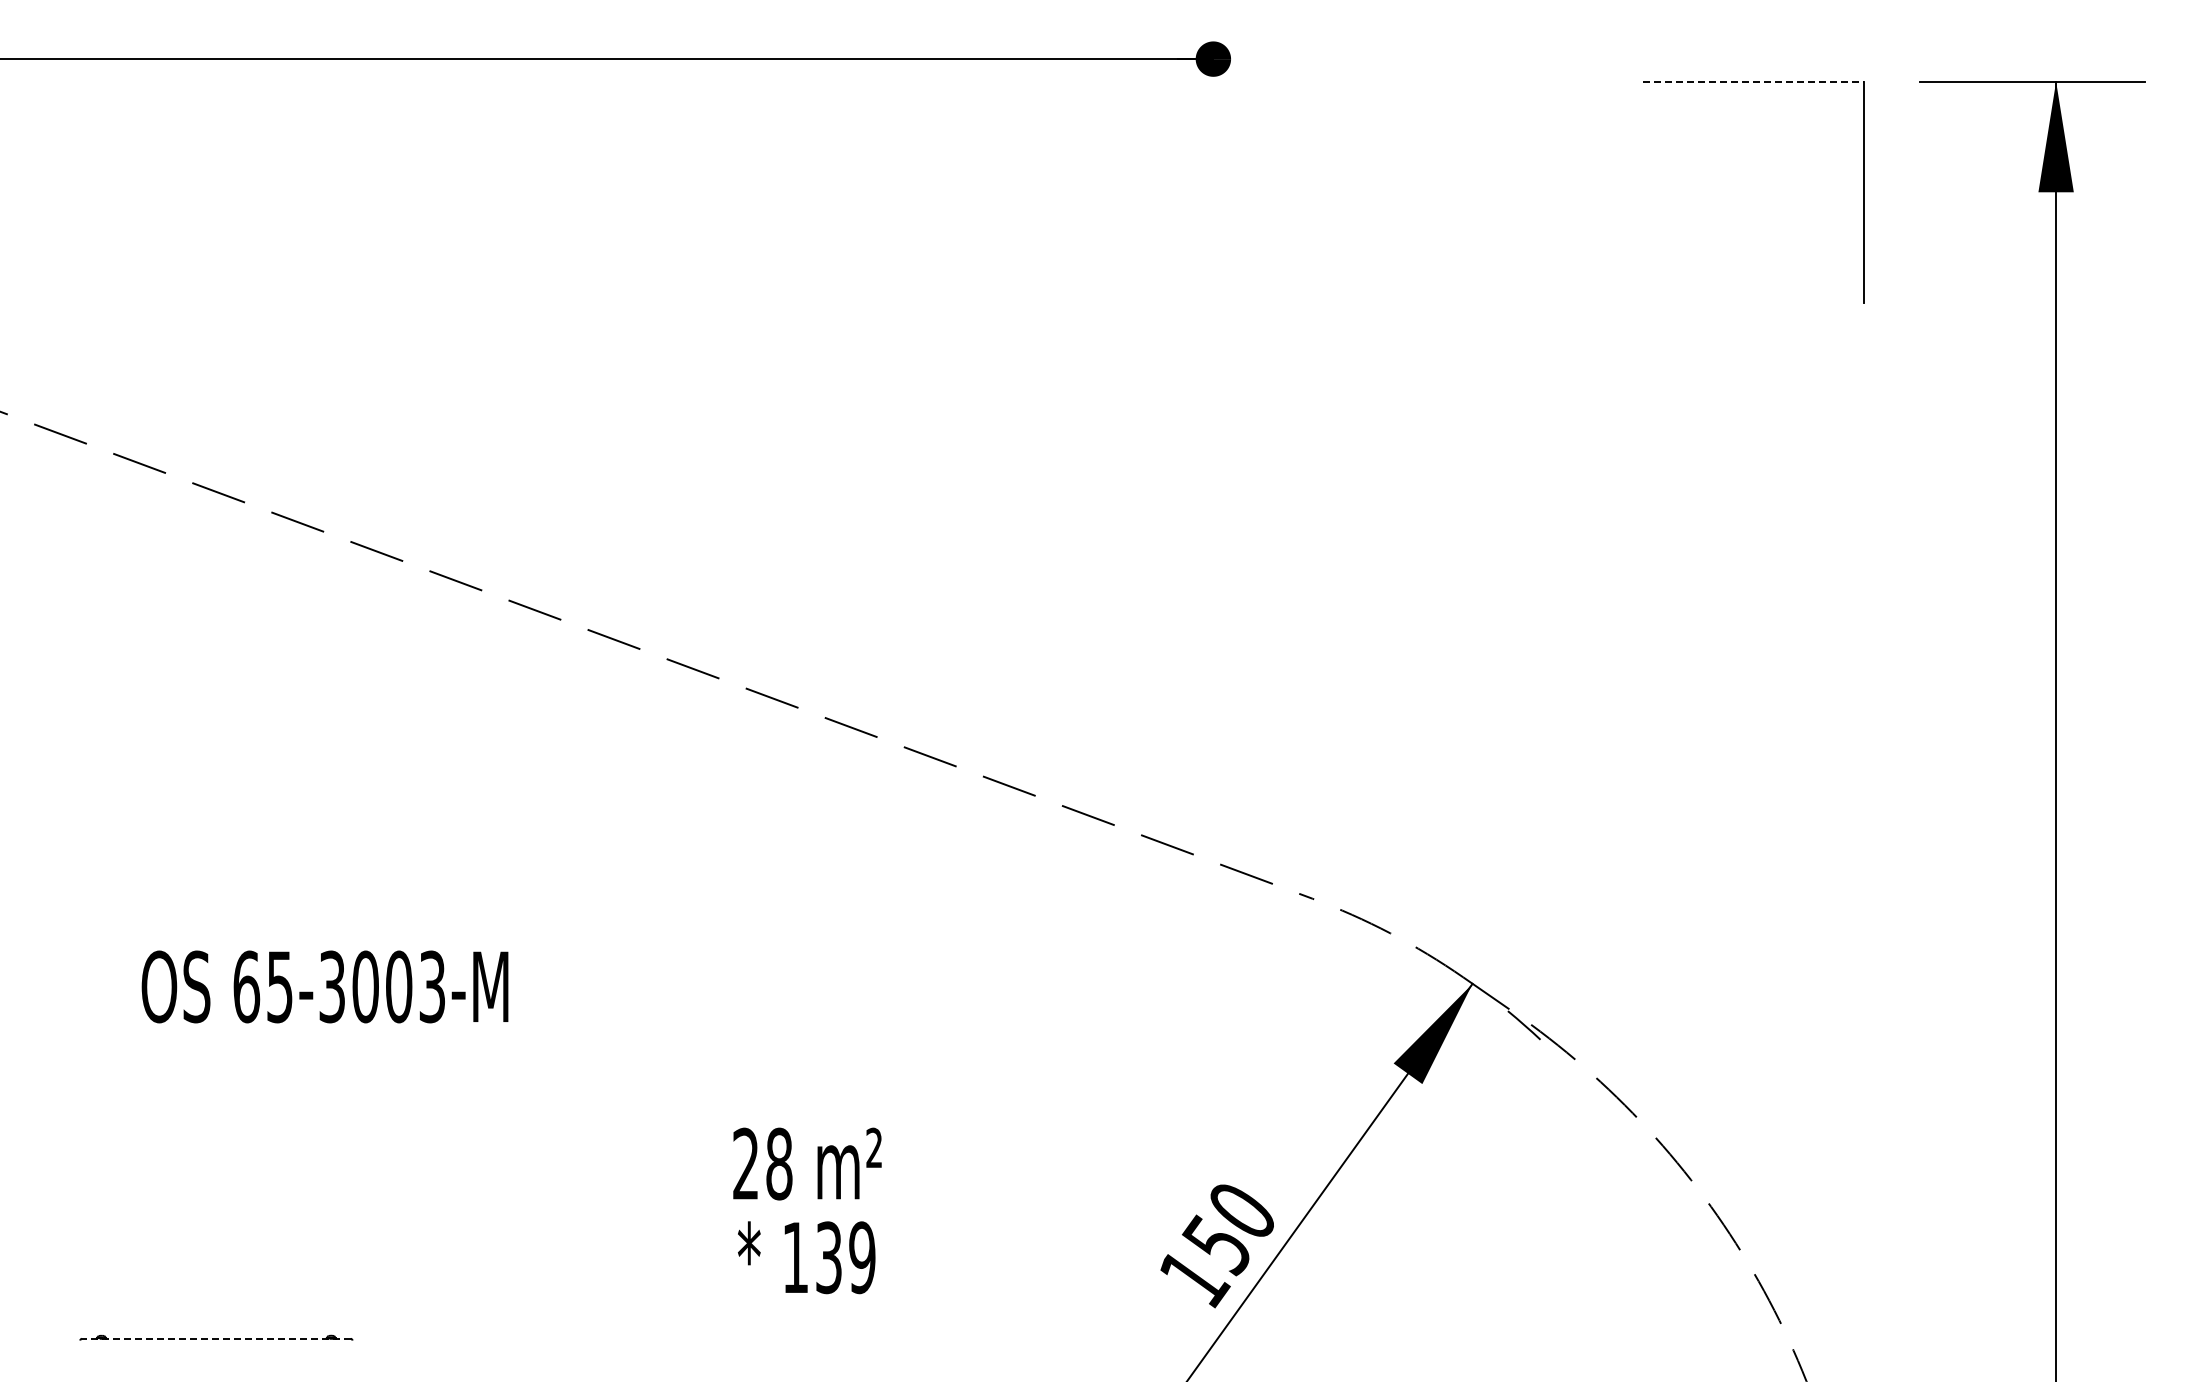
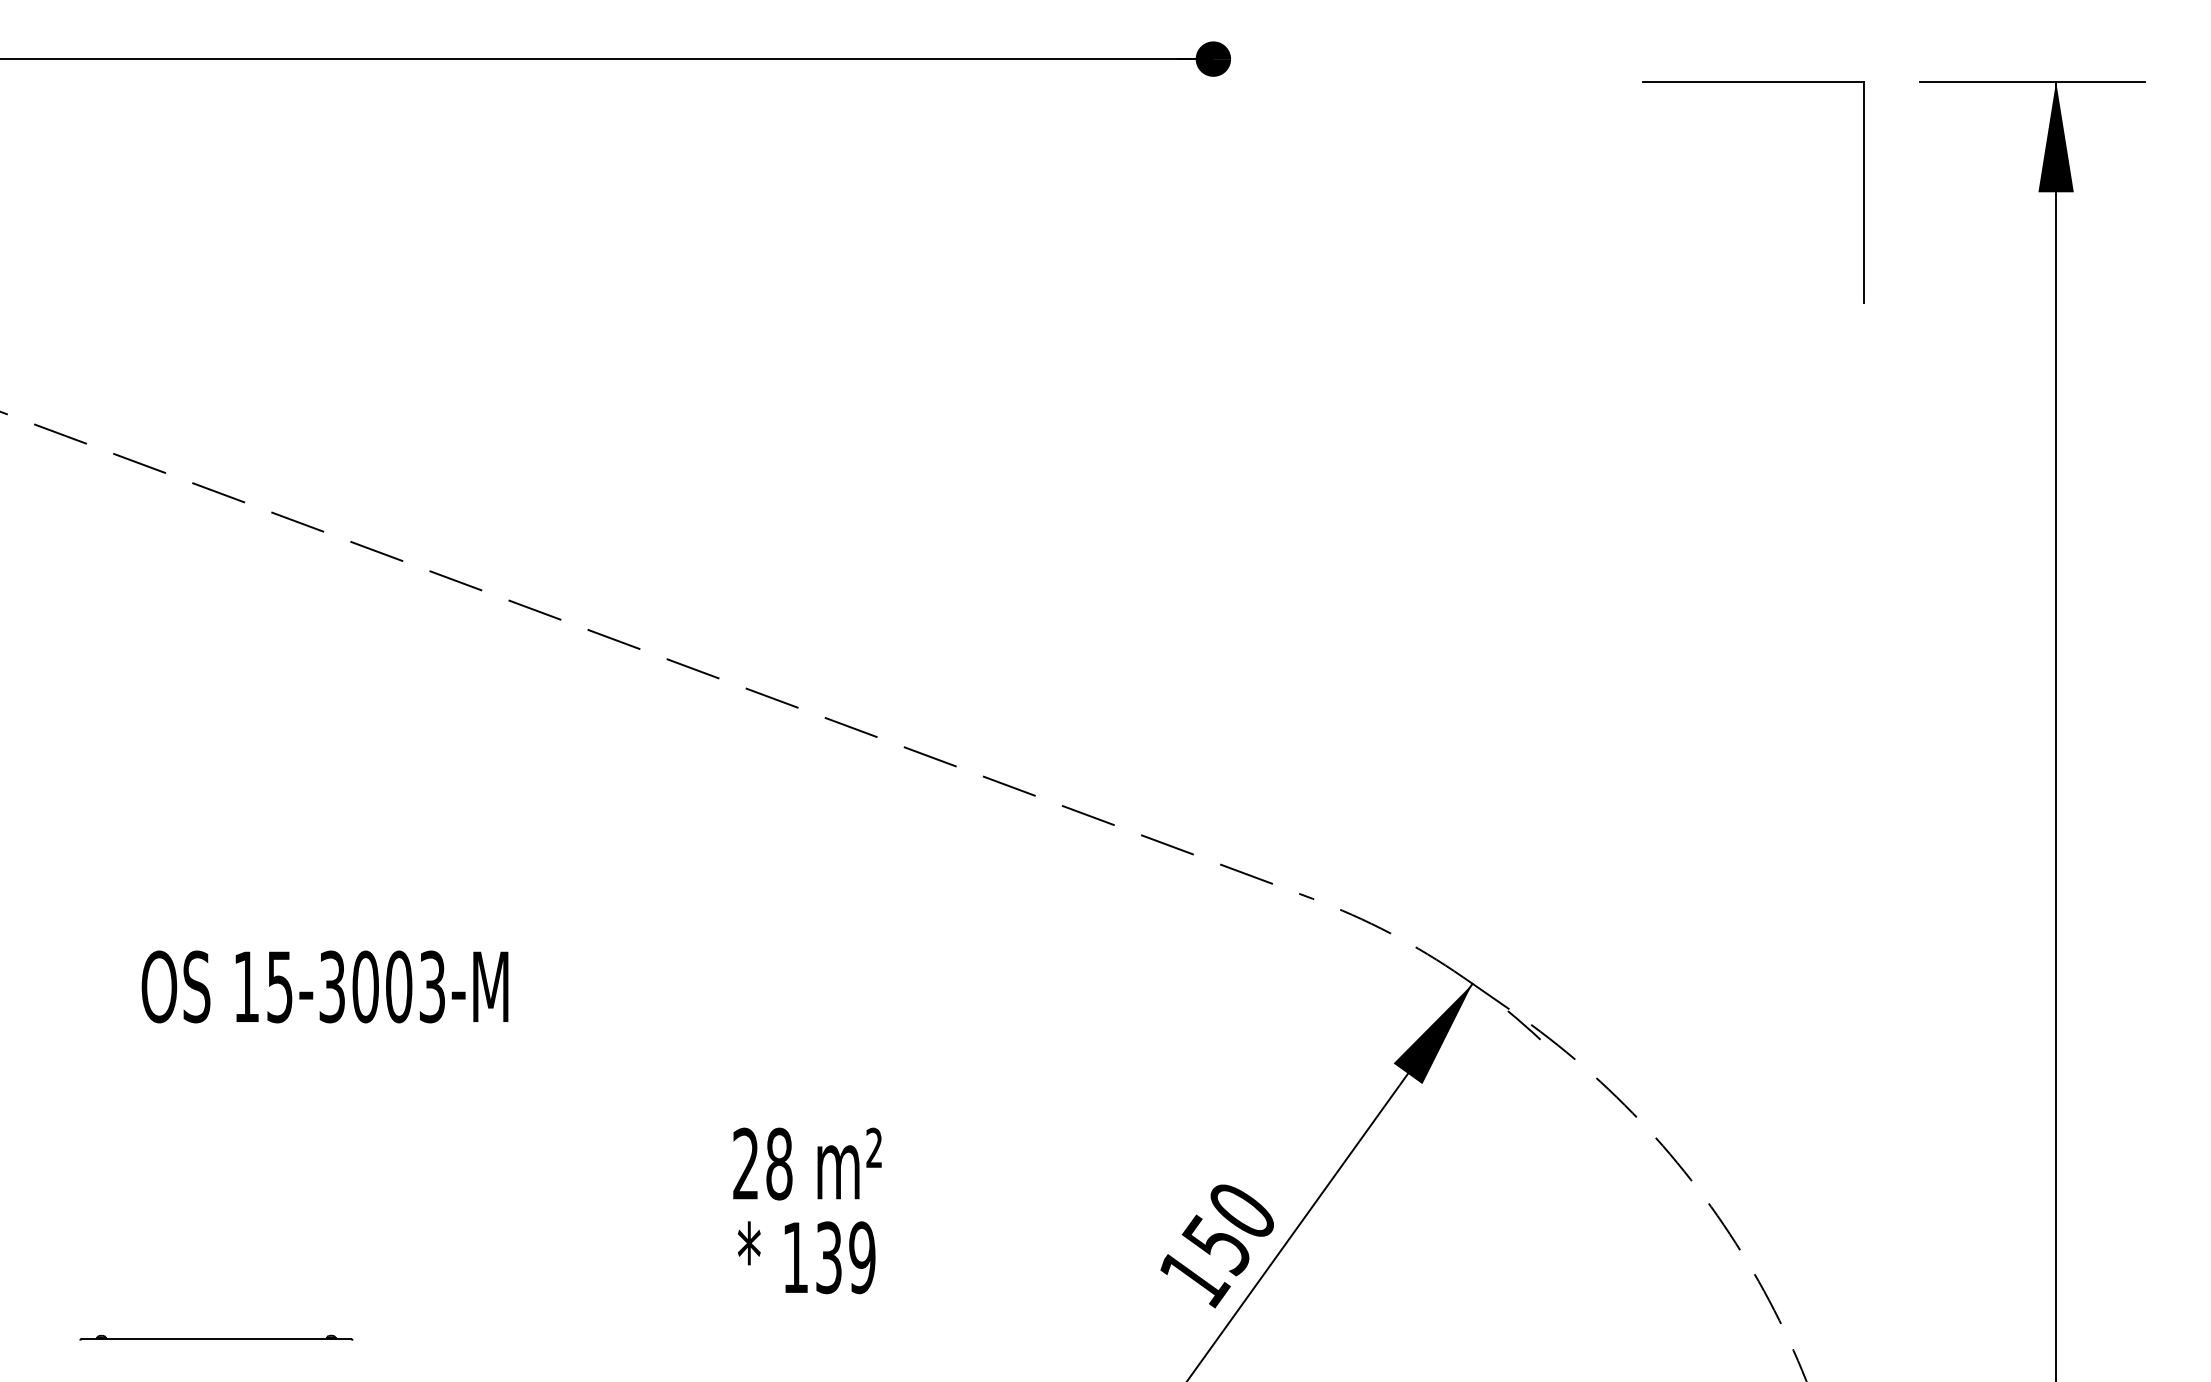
line at (1753, 81): dashed -> solid
text at (246, 986): 65-3003-M -> 15-3003-M
line at (215, 1338): dashed -> solid
